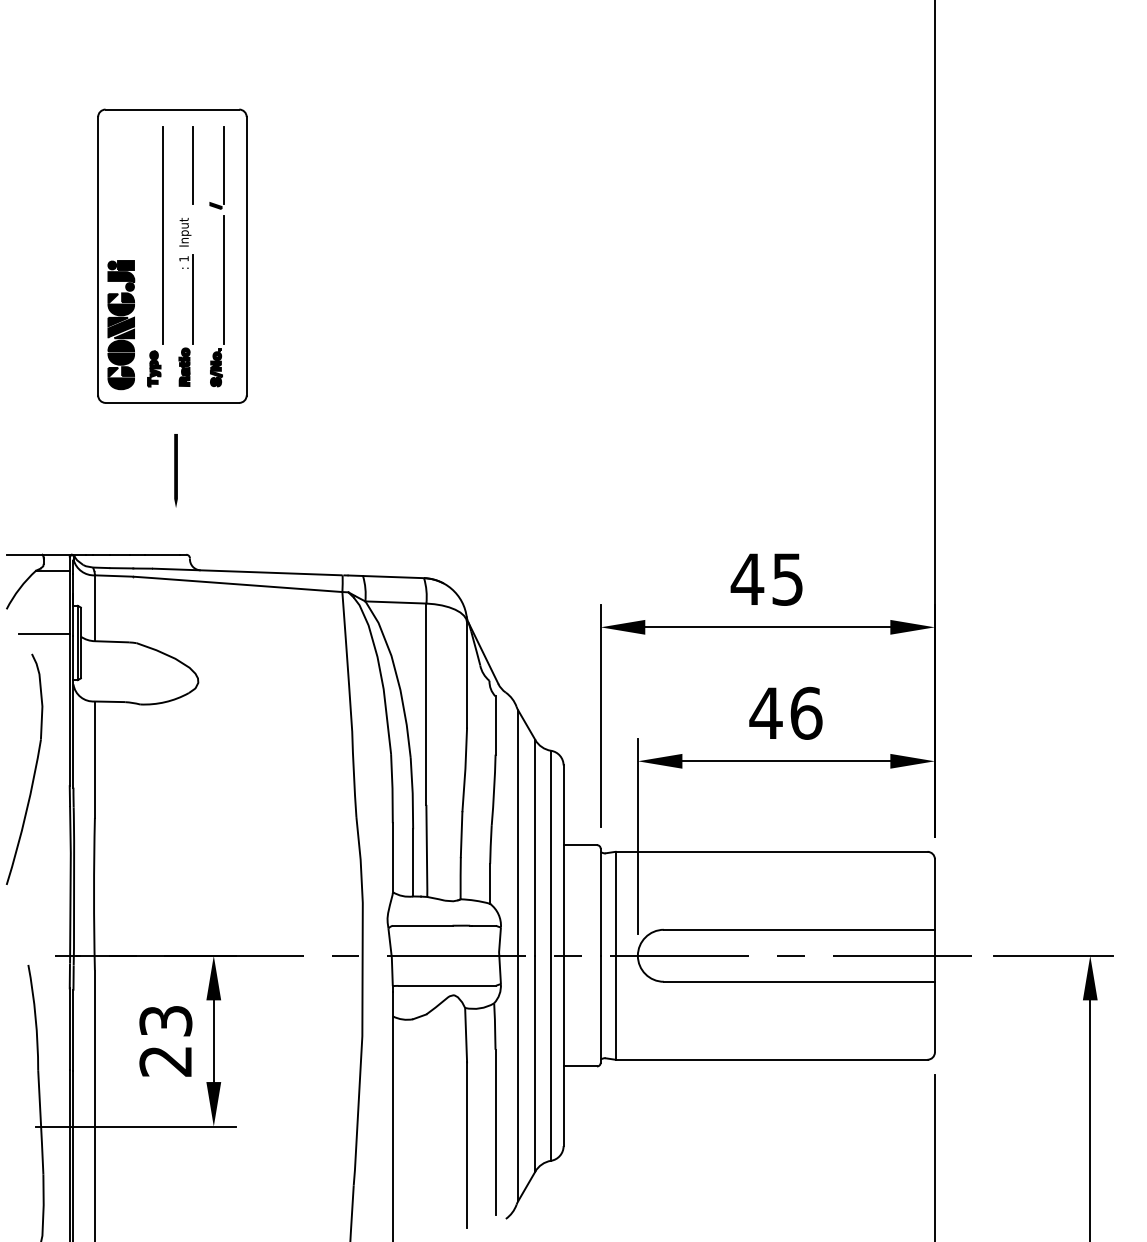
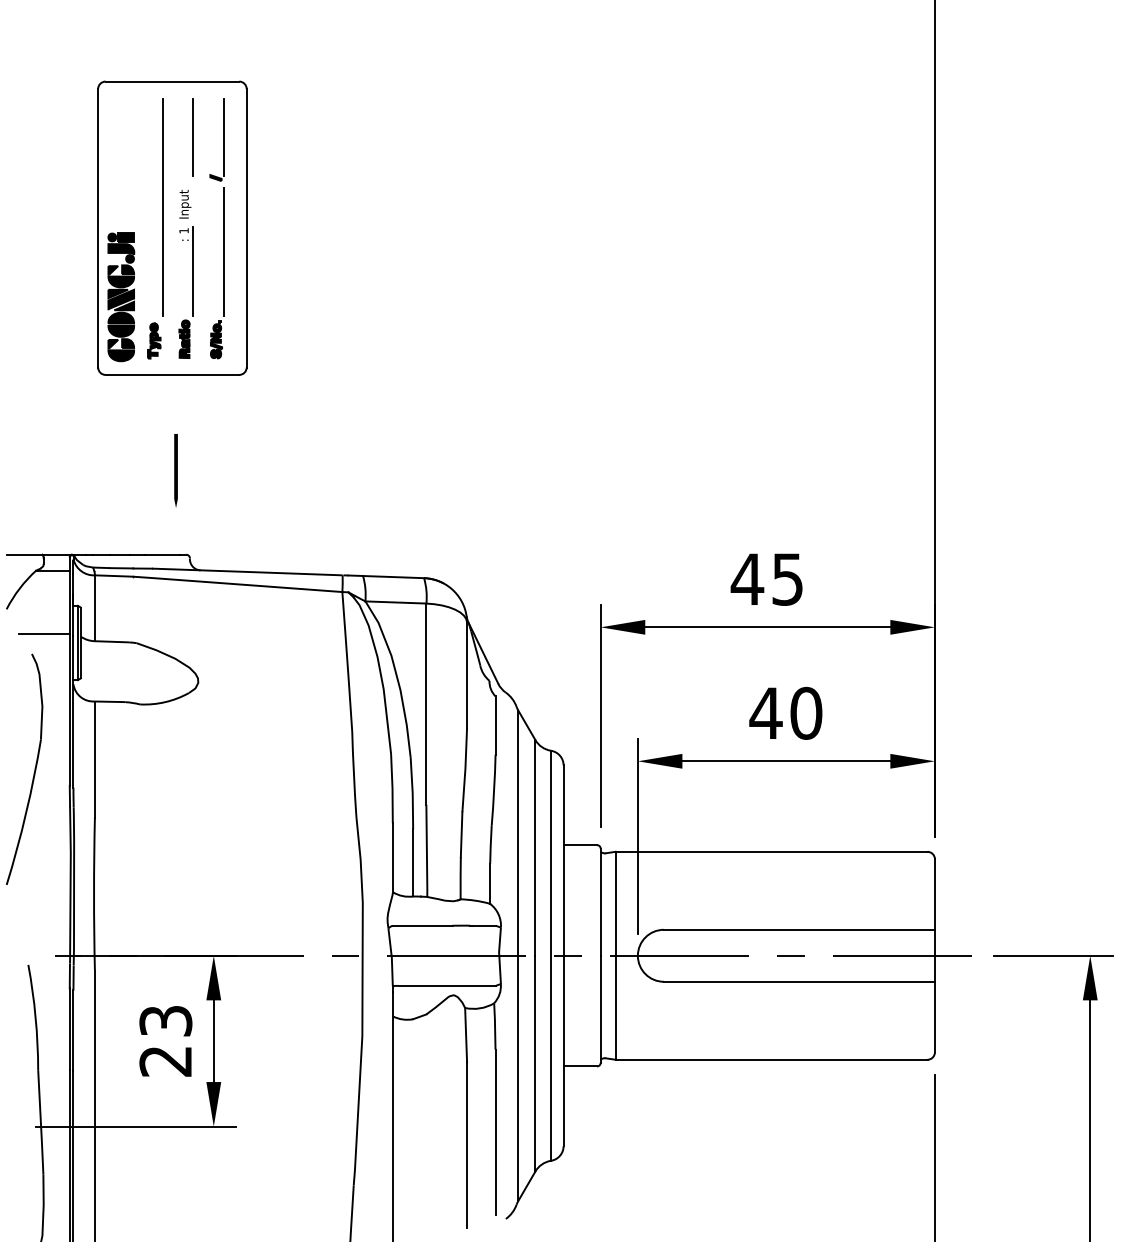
part at (172, 255) position: (172, 255) -> (172, 227)
text at (806, 712): 46 -> 40
